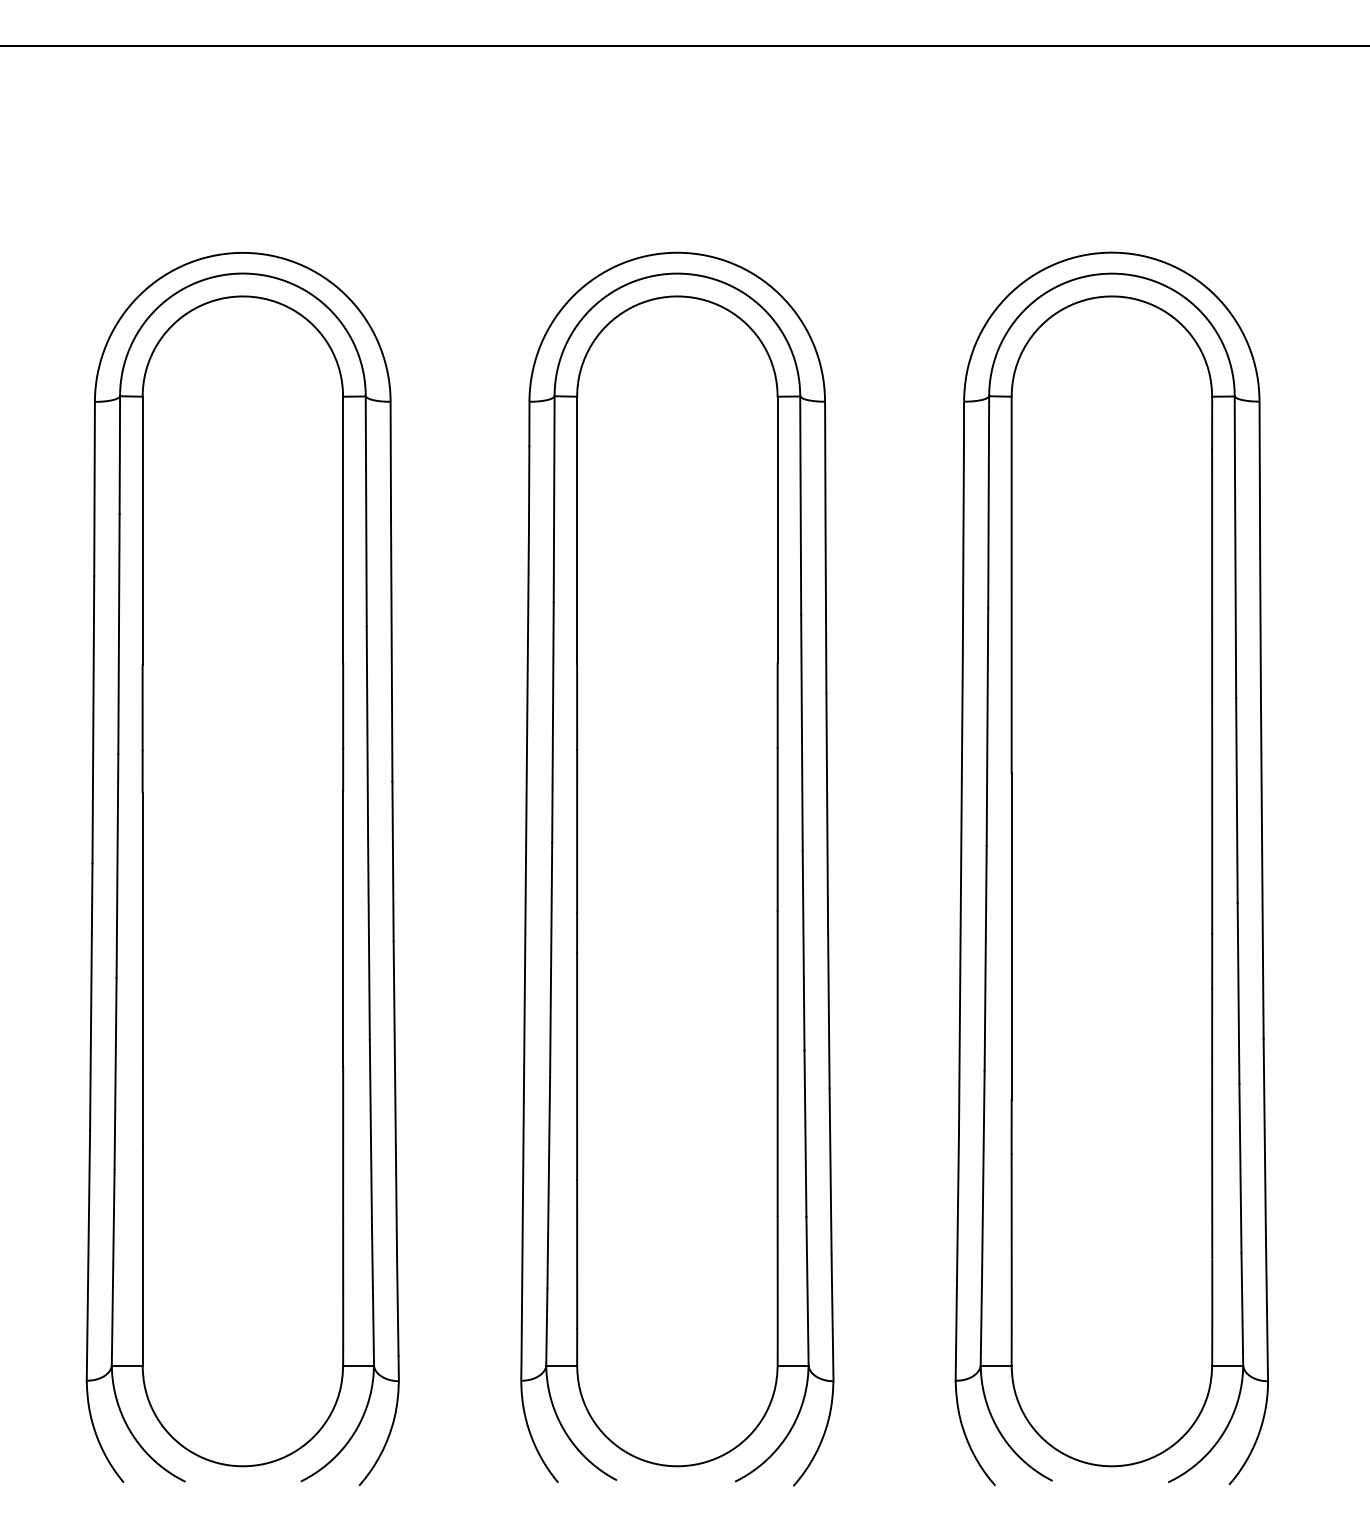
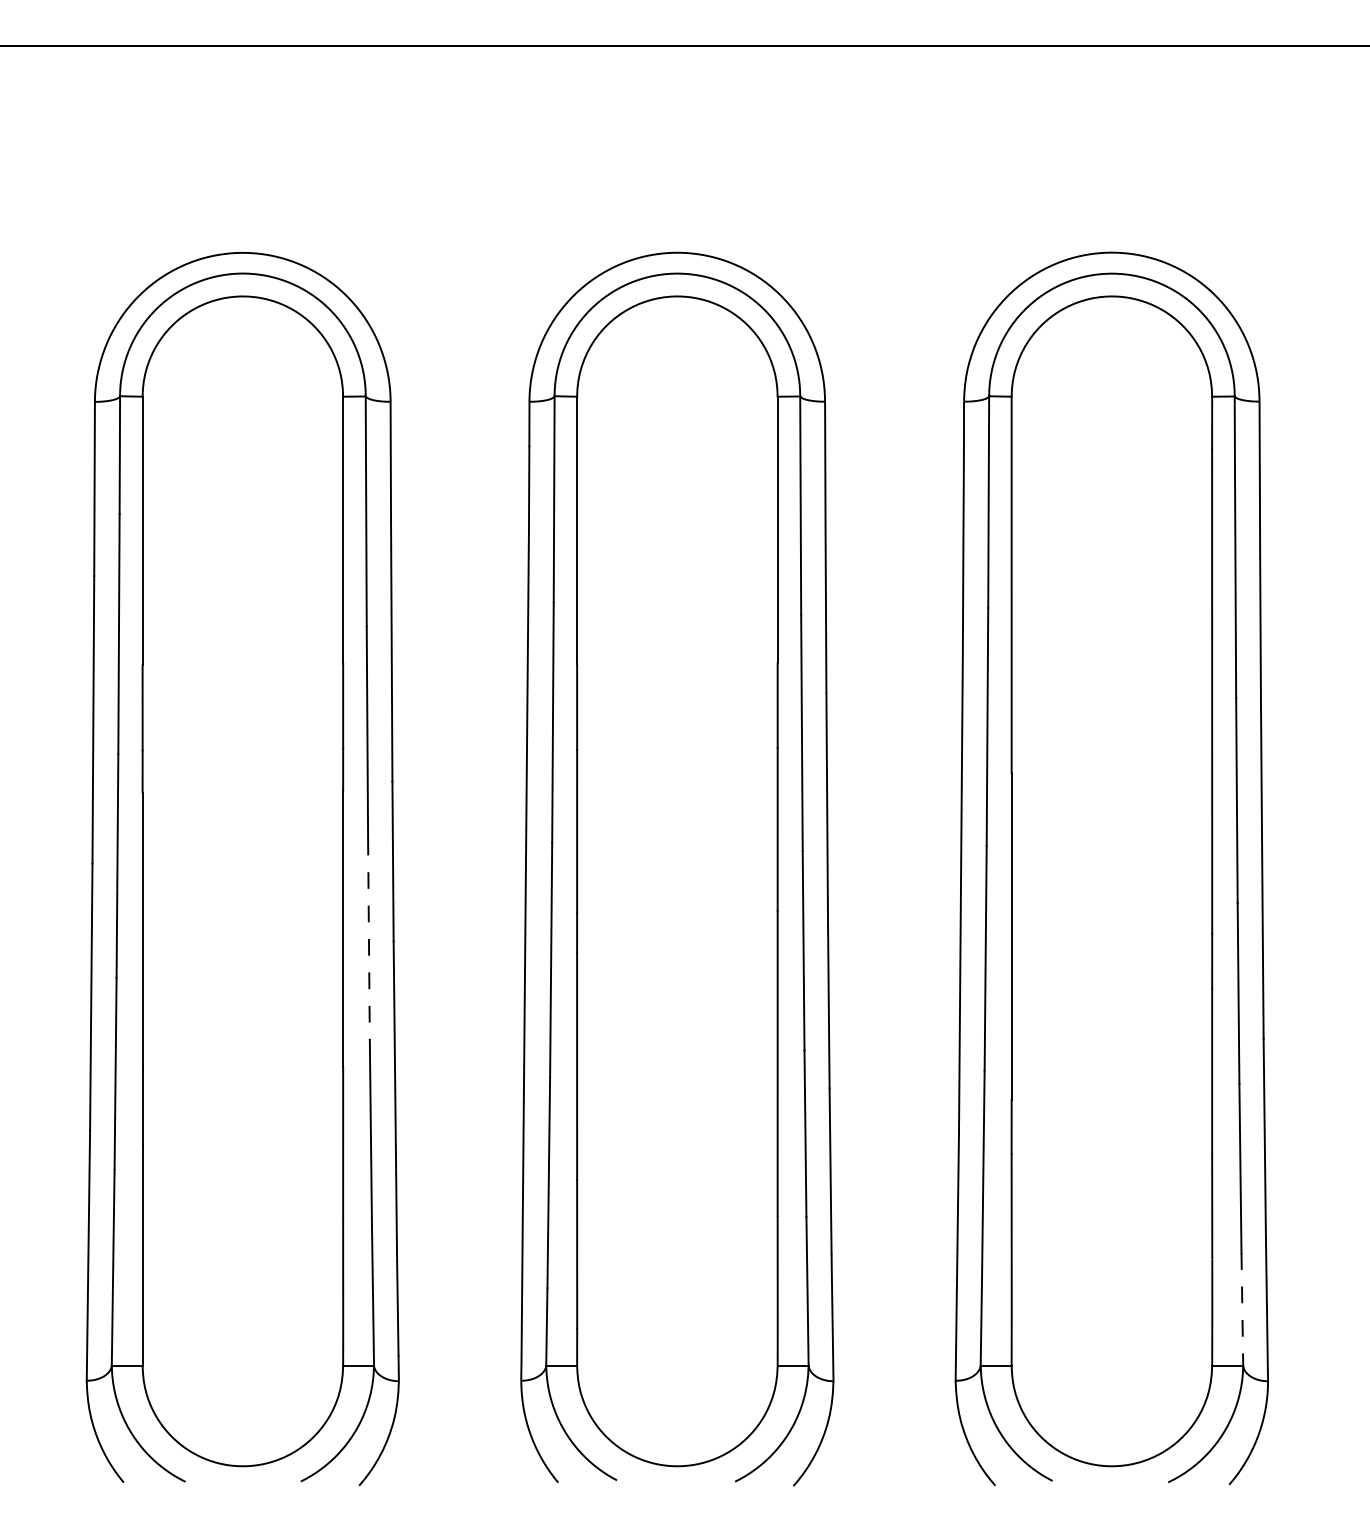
line at (368, 939): solid -> dashed
line at (1242, 1310): solid -> dashed
